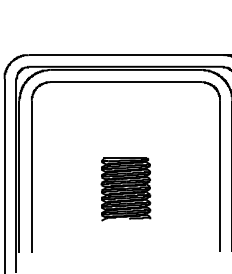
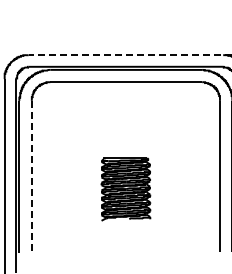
line at (129, 55): solid -> dashed
line at (31, 176): solid -> dashed
